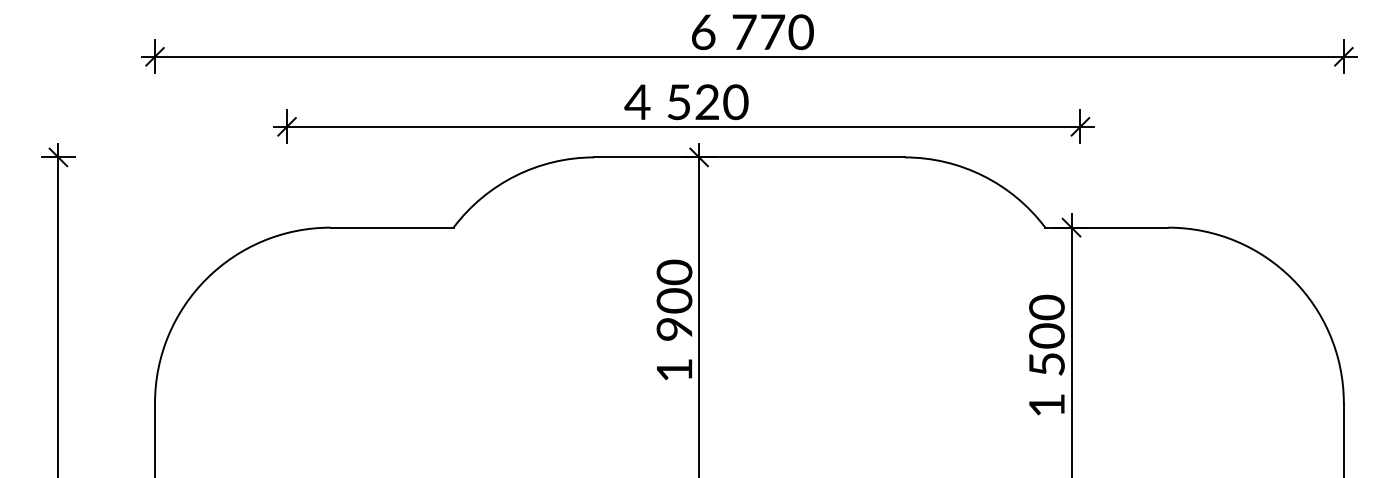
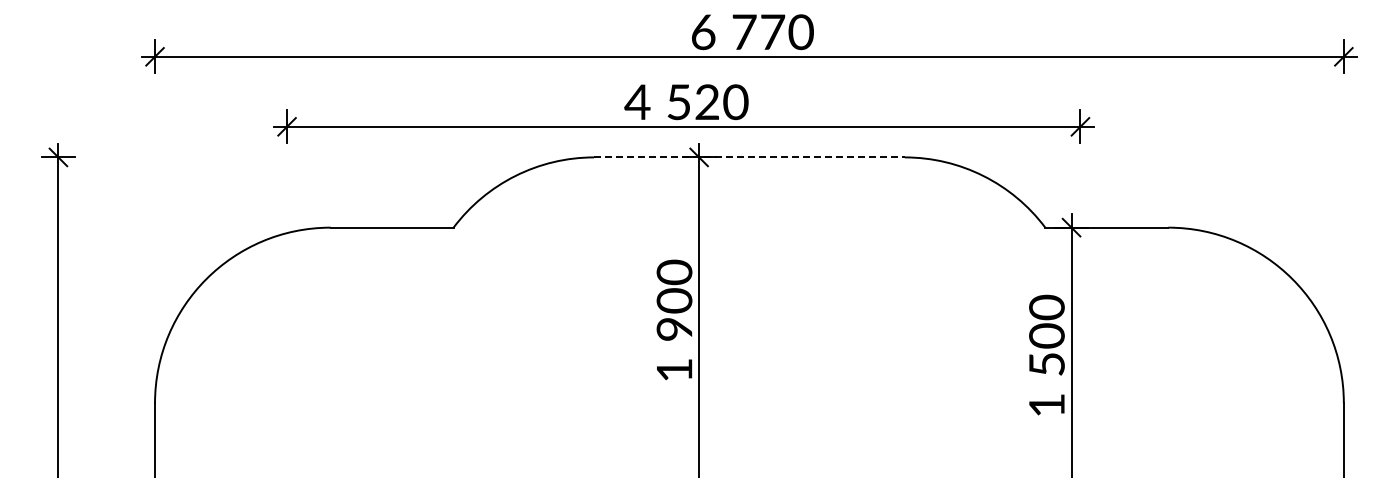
line at (749, 157): solid -> dashed
